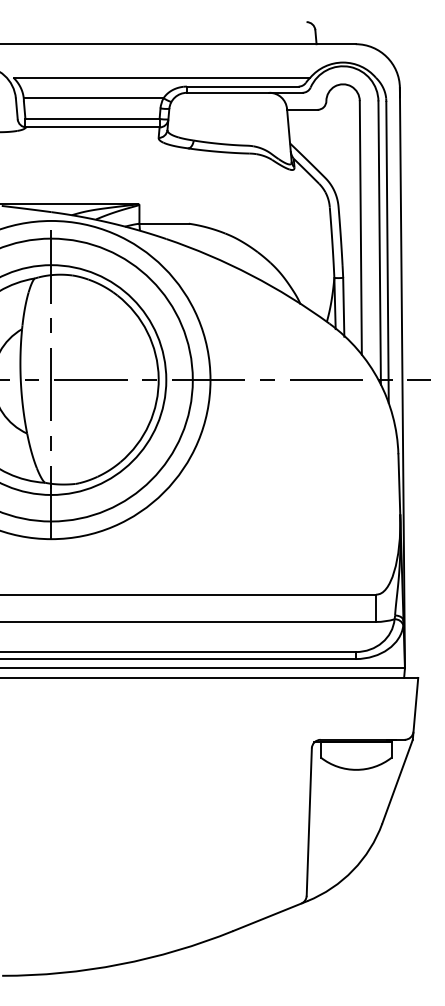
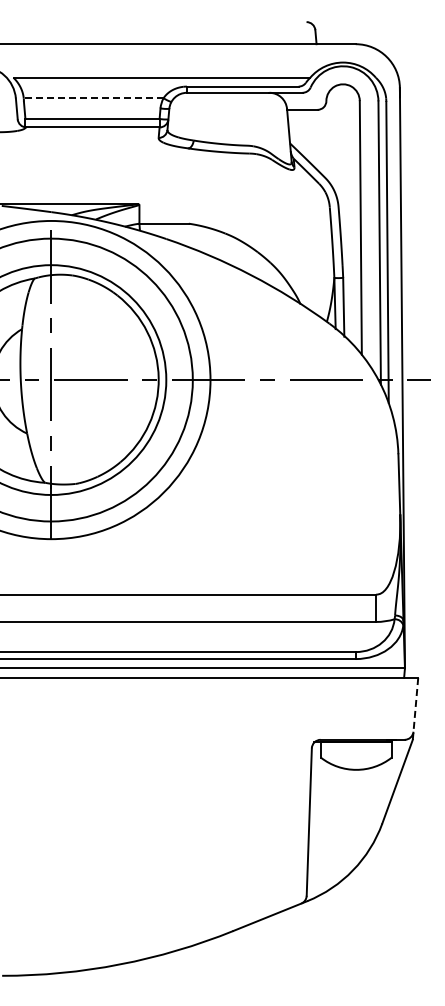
line at (93, 98): solid -> dashed
line at (415, 708): solid -> dashed
